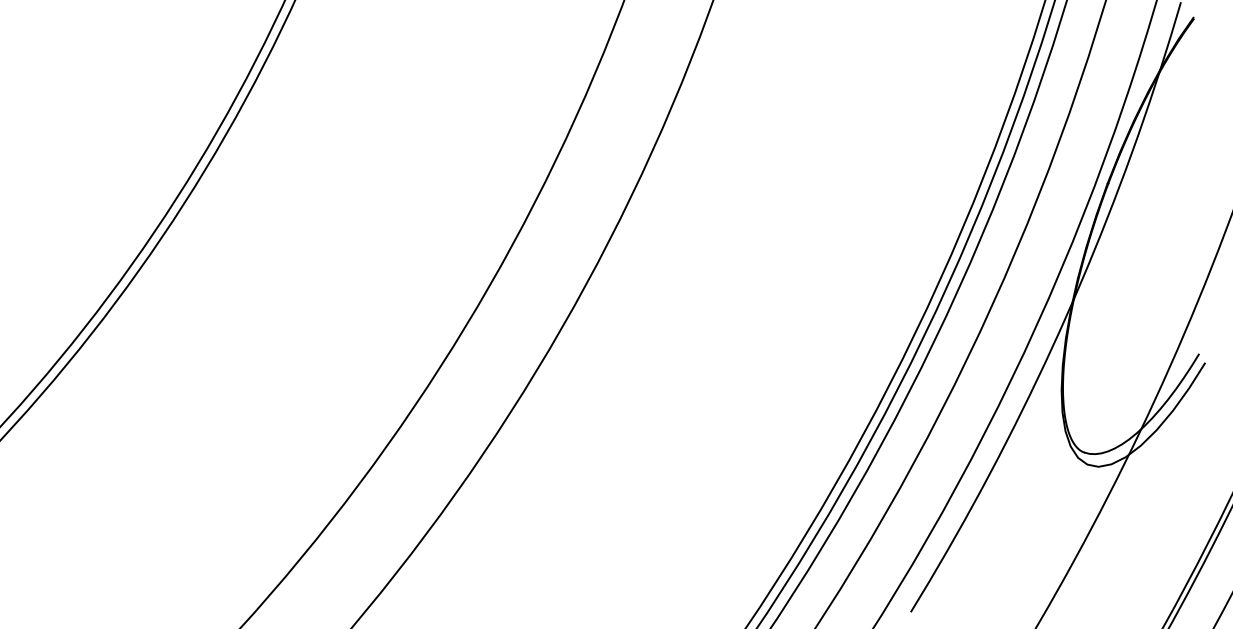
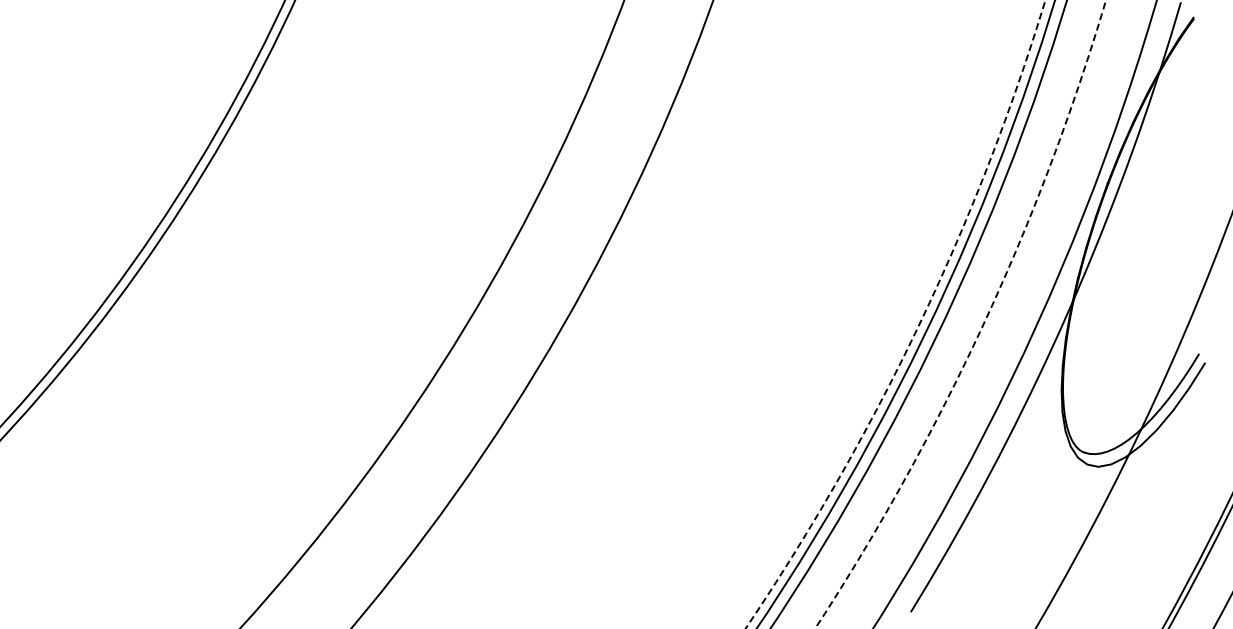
circle at (895, 314): solid -> dashed
circle at (960, 314): solid -> dashed
